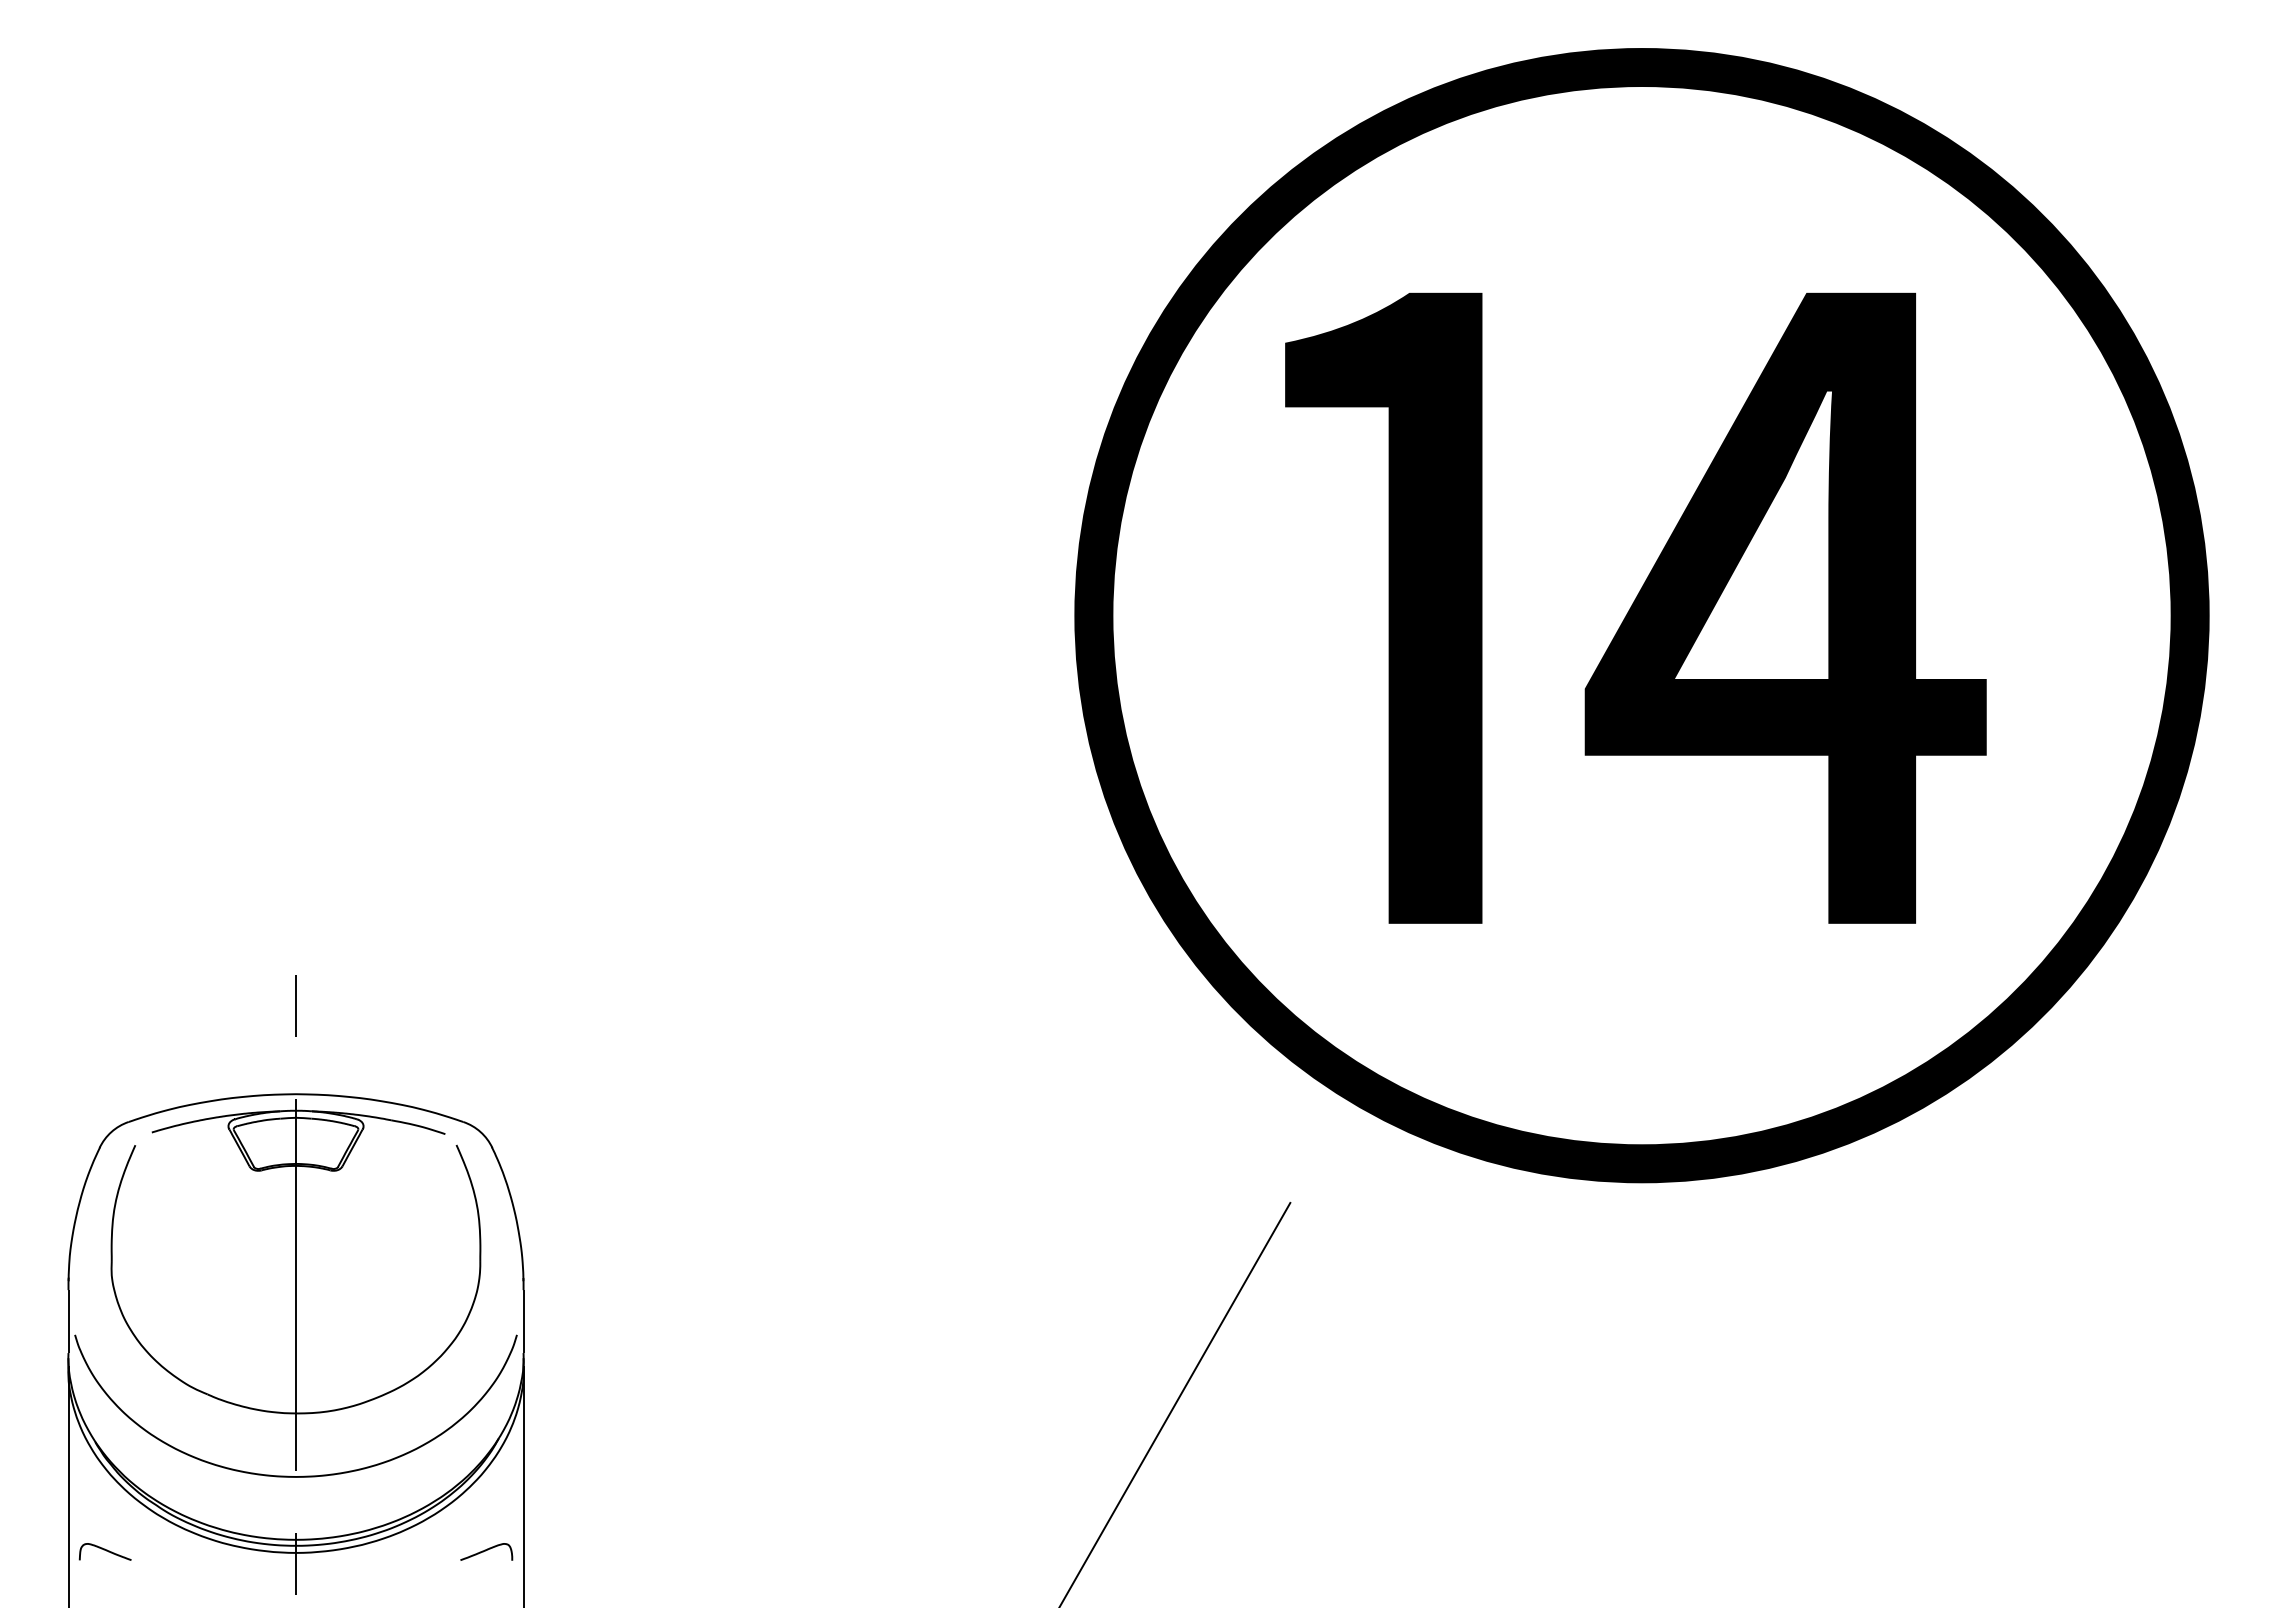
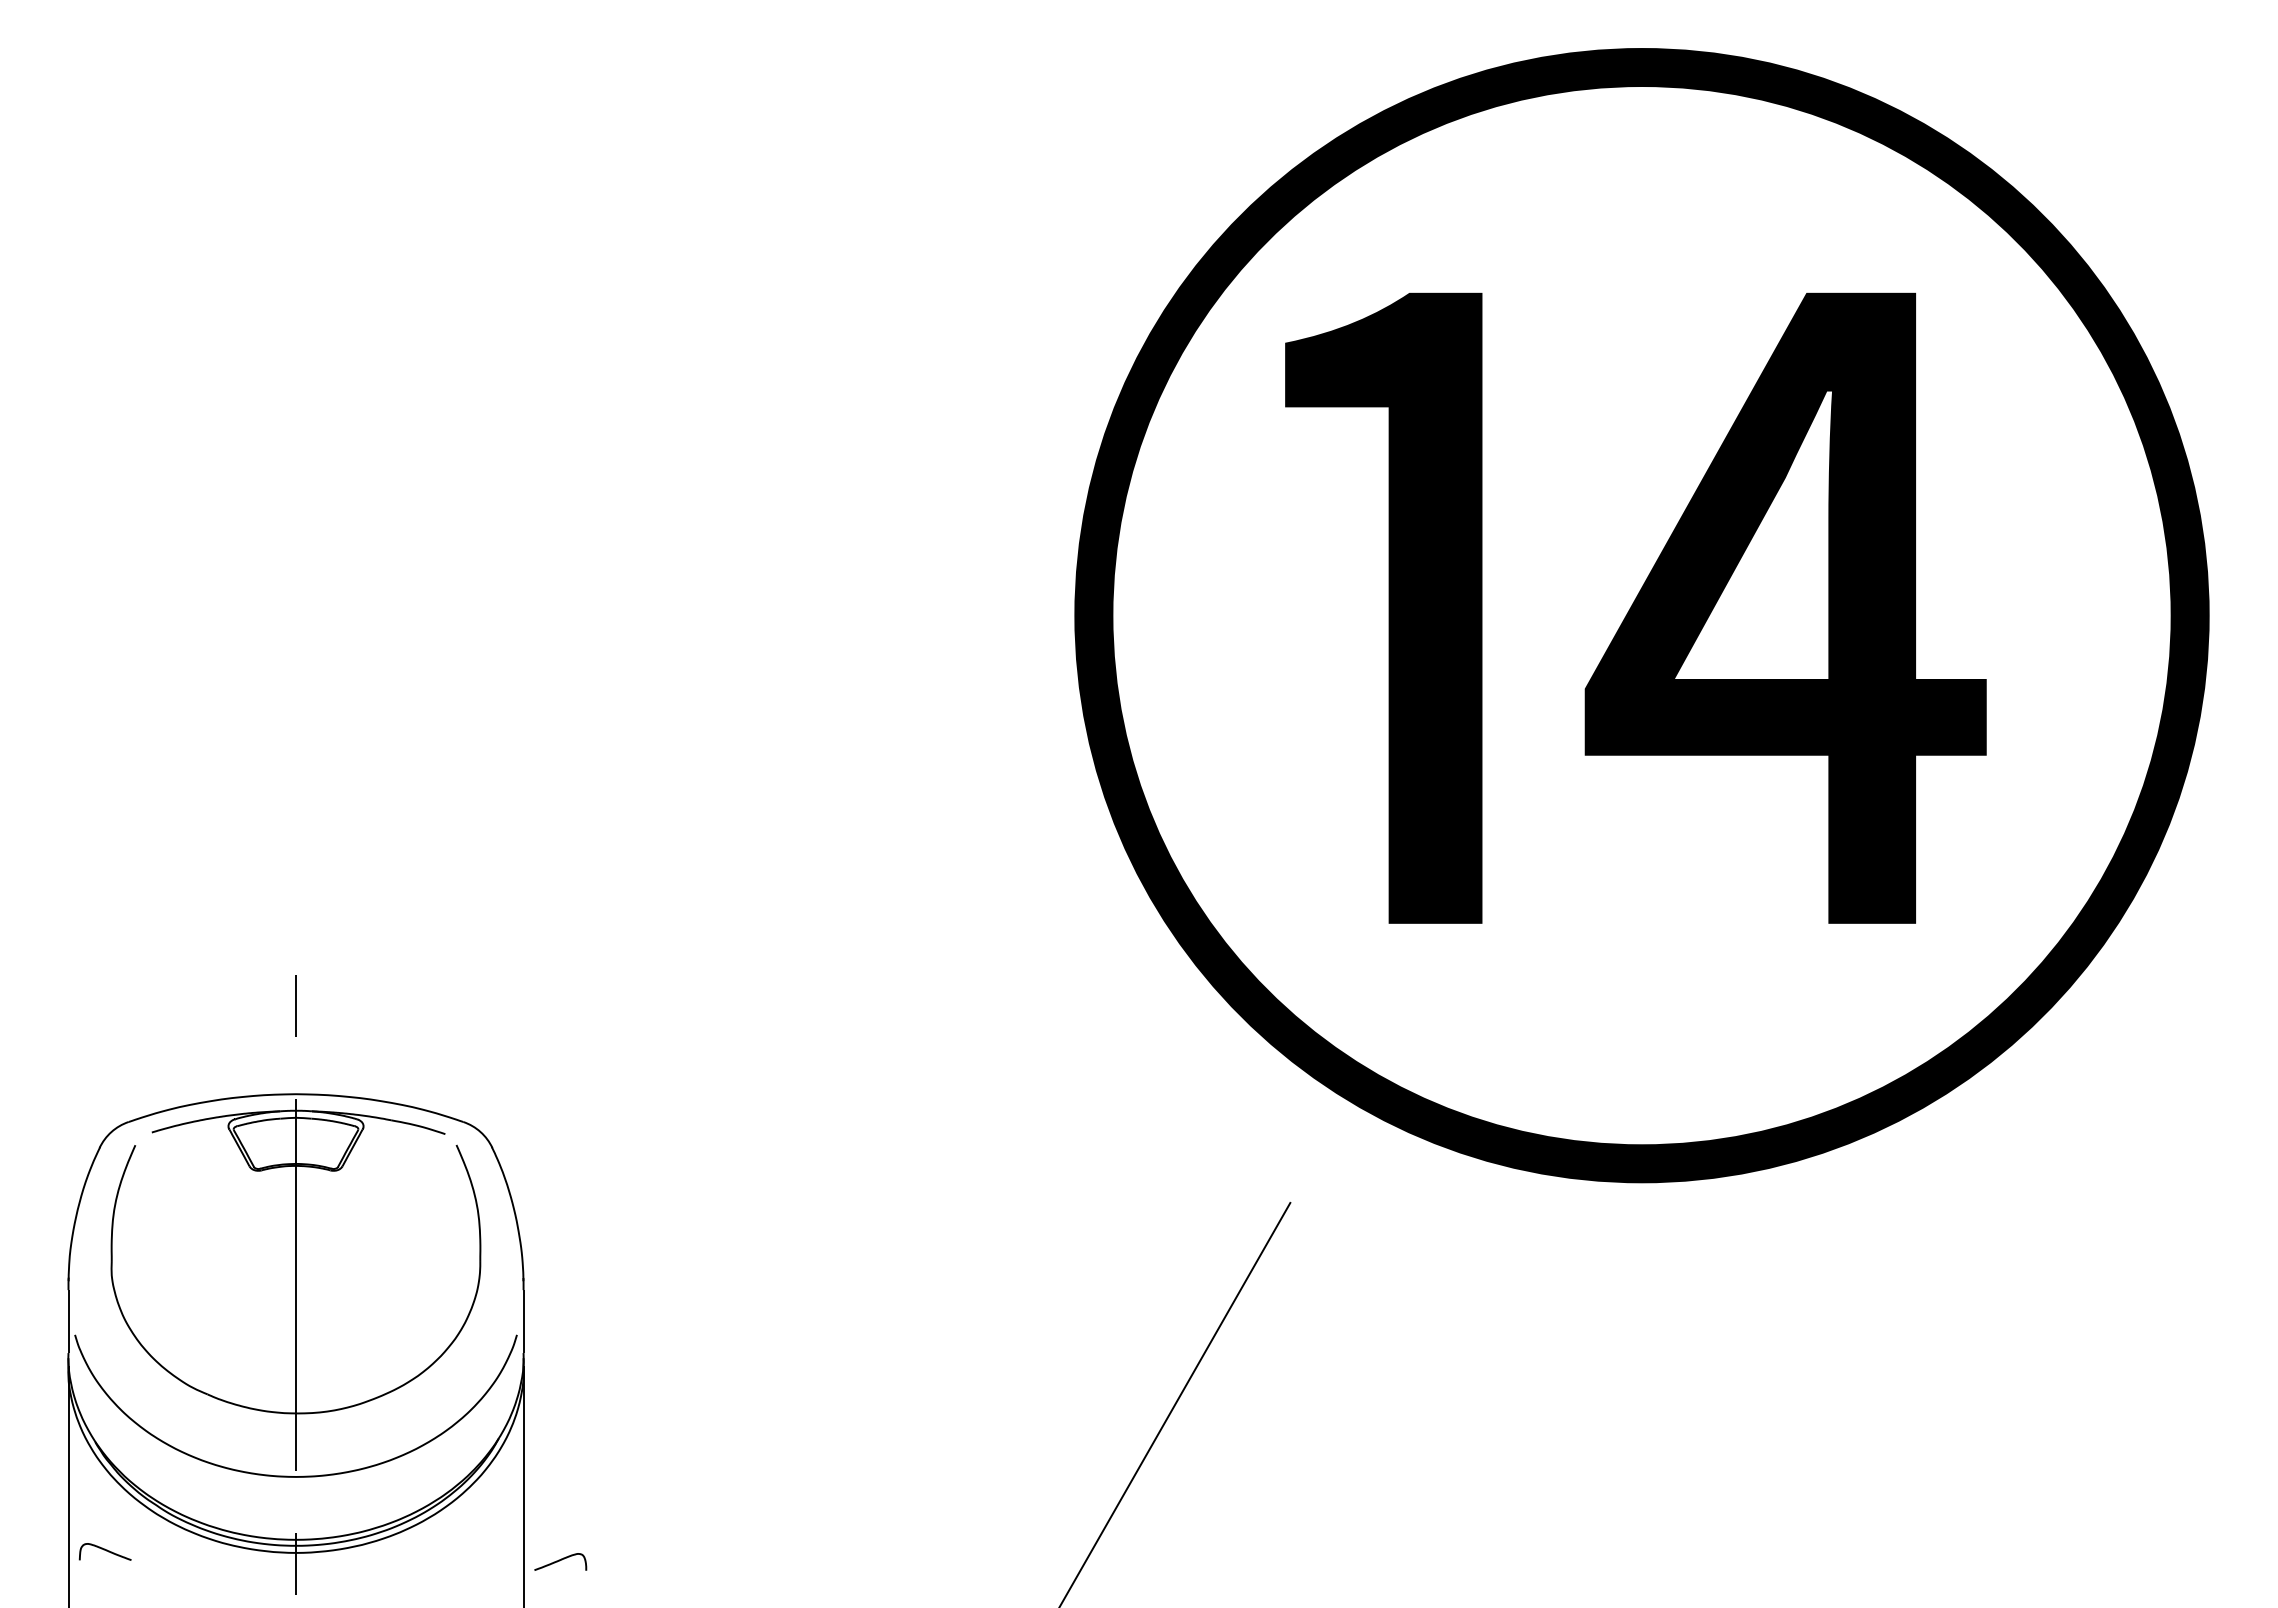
curve at (486, 1550) position: (486, 1550) -> (560, 1560)
